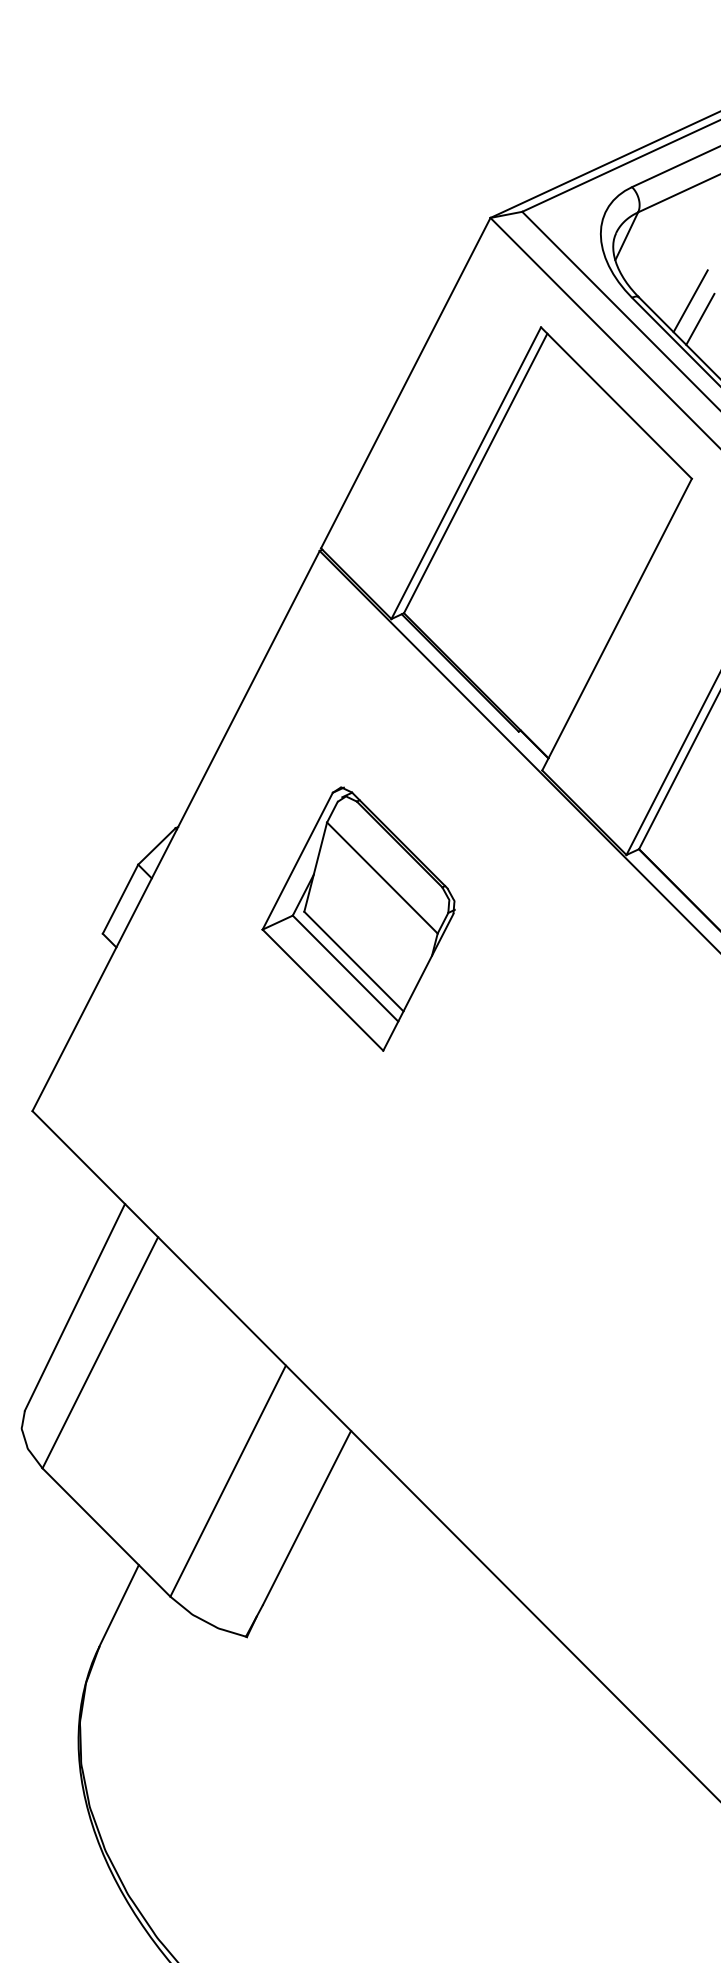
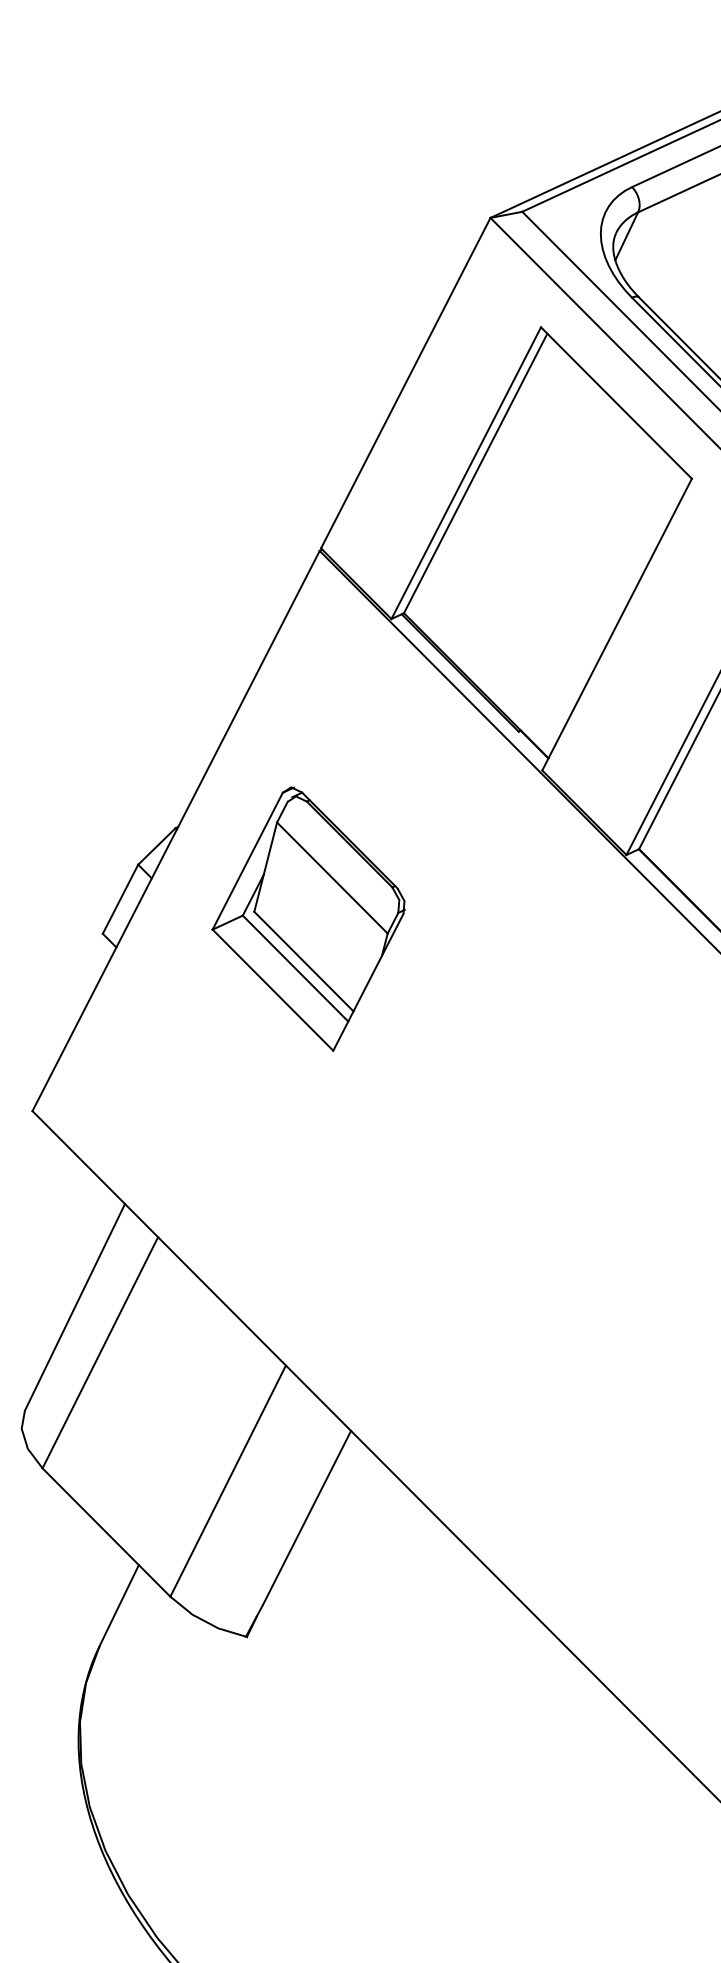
line at (690, 301): present -> none
line at (700, 318): present -> none
part at (358, 918) position: (358, 918) -> (308, 918)
